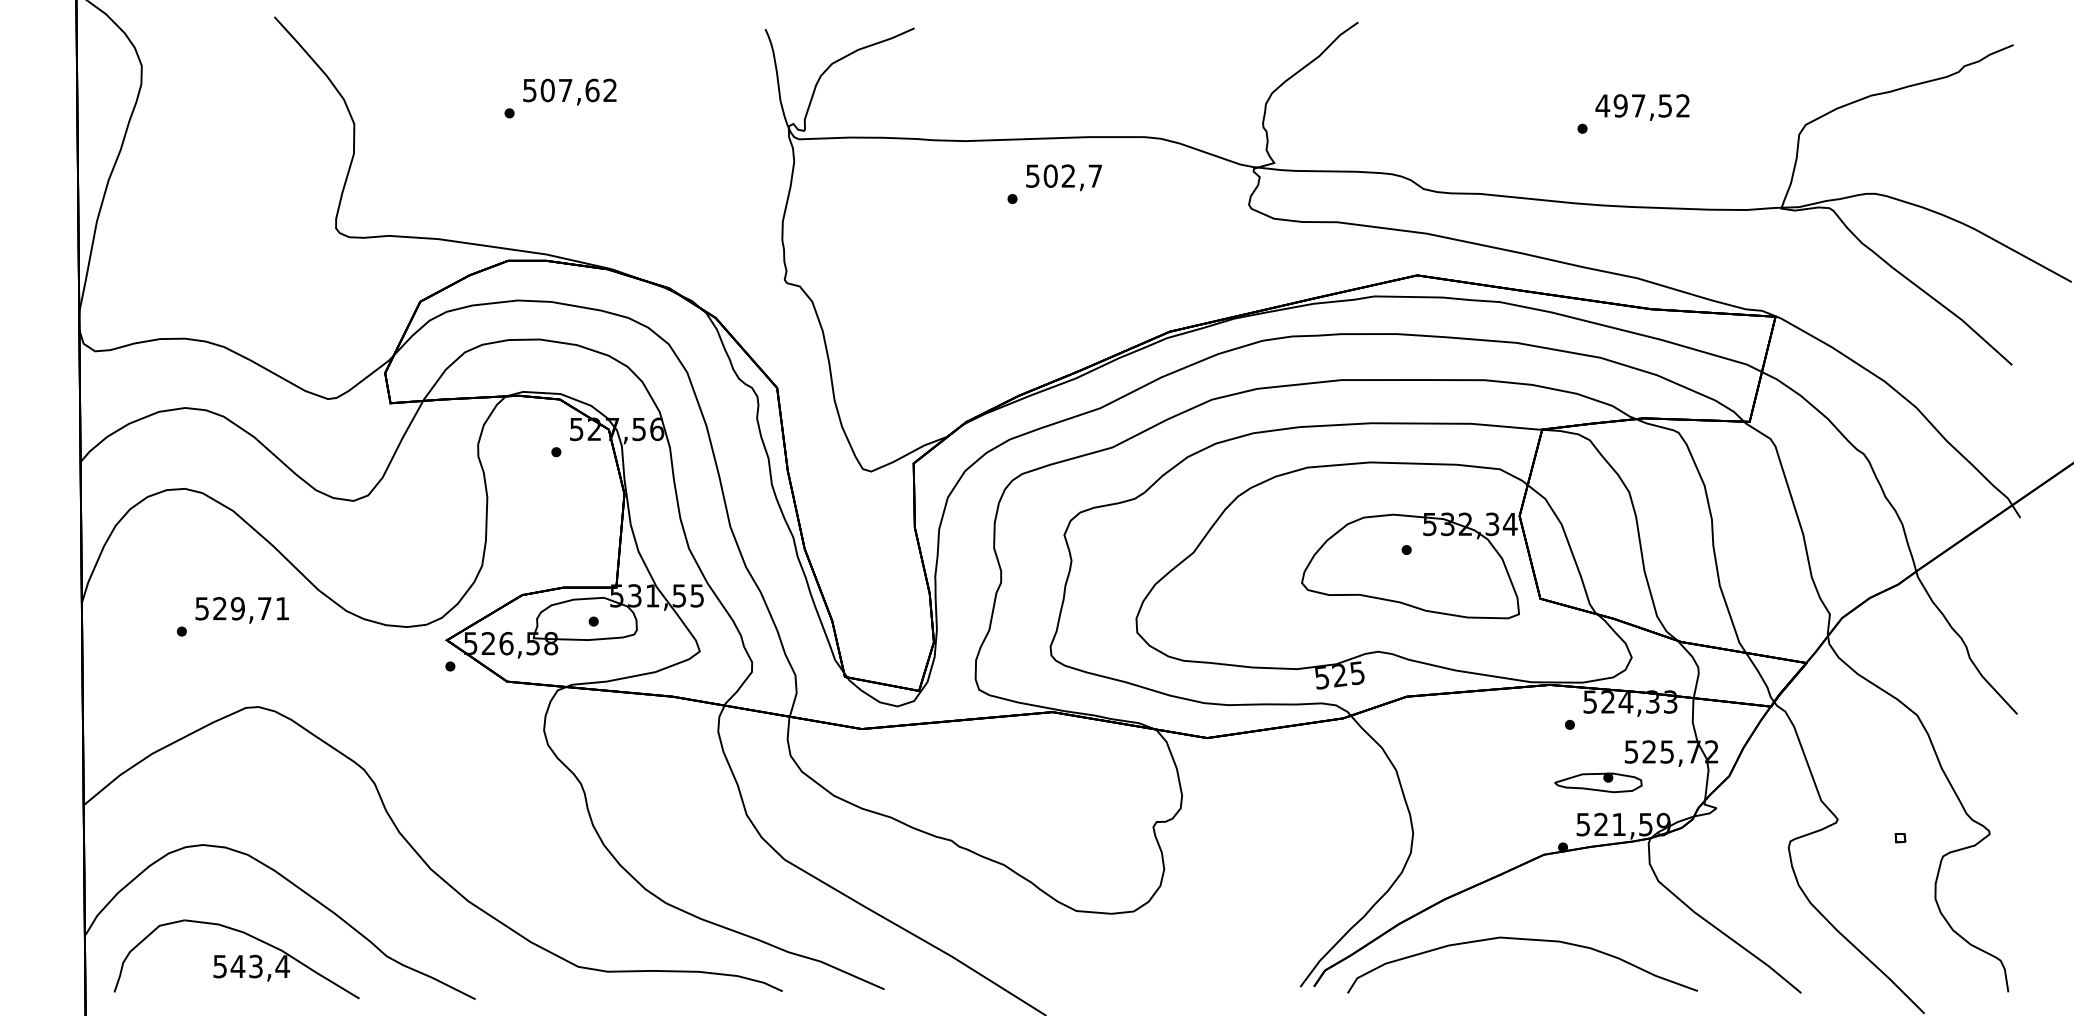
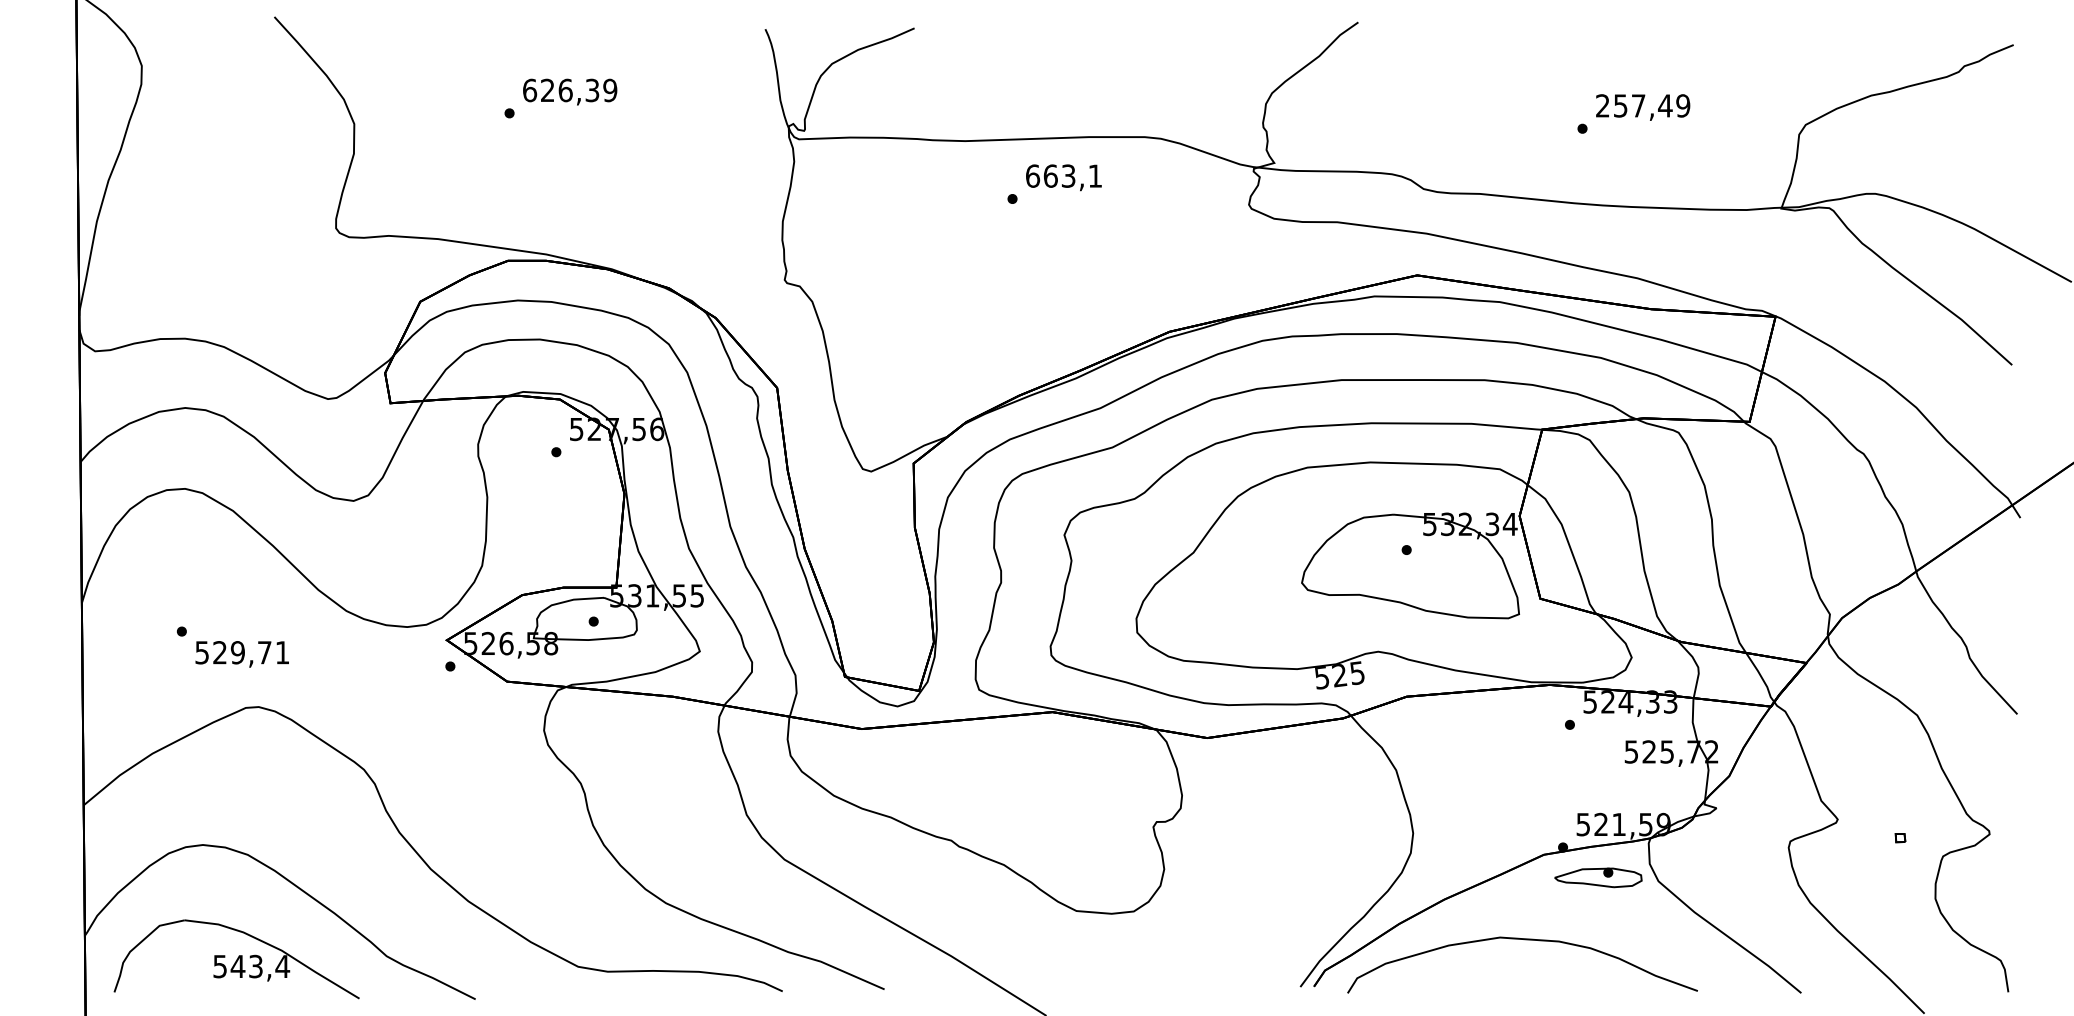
text at (570, 90): 507,62 -> 626,39
text at (1642, 105): 497,52 -> 257,49
text at (1063, 175): 502,7 -> 663,1
text at (241, 610) position: (241, 610) -> (241, 654)
part at (1598, 782) position: (1598, 782) -> (1598, 877)
